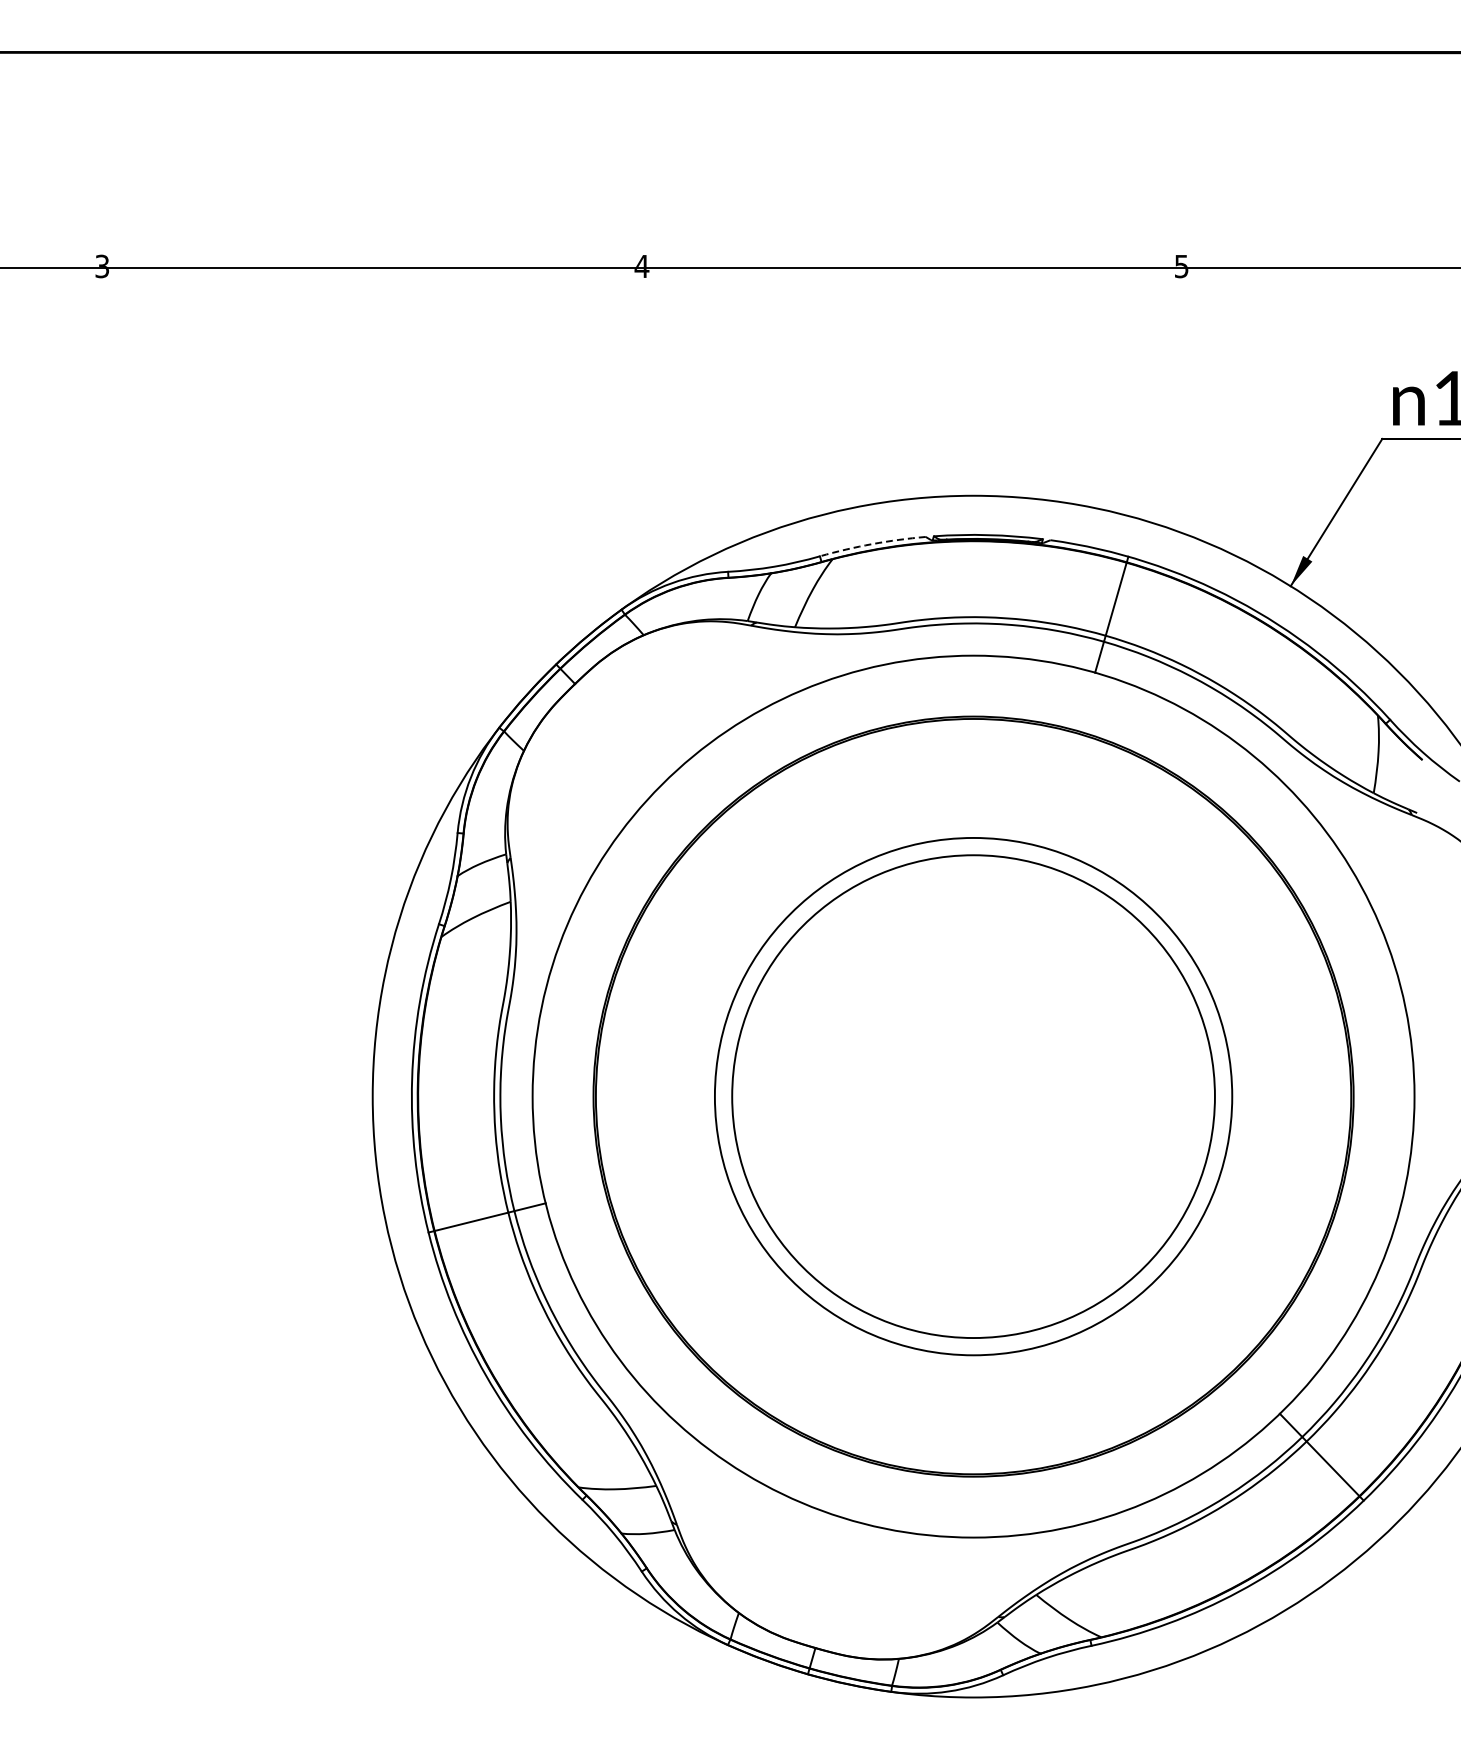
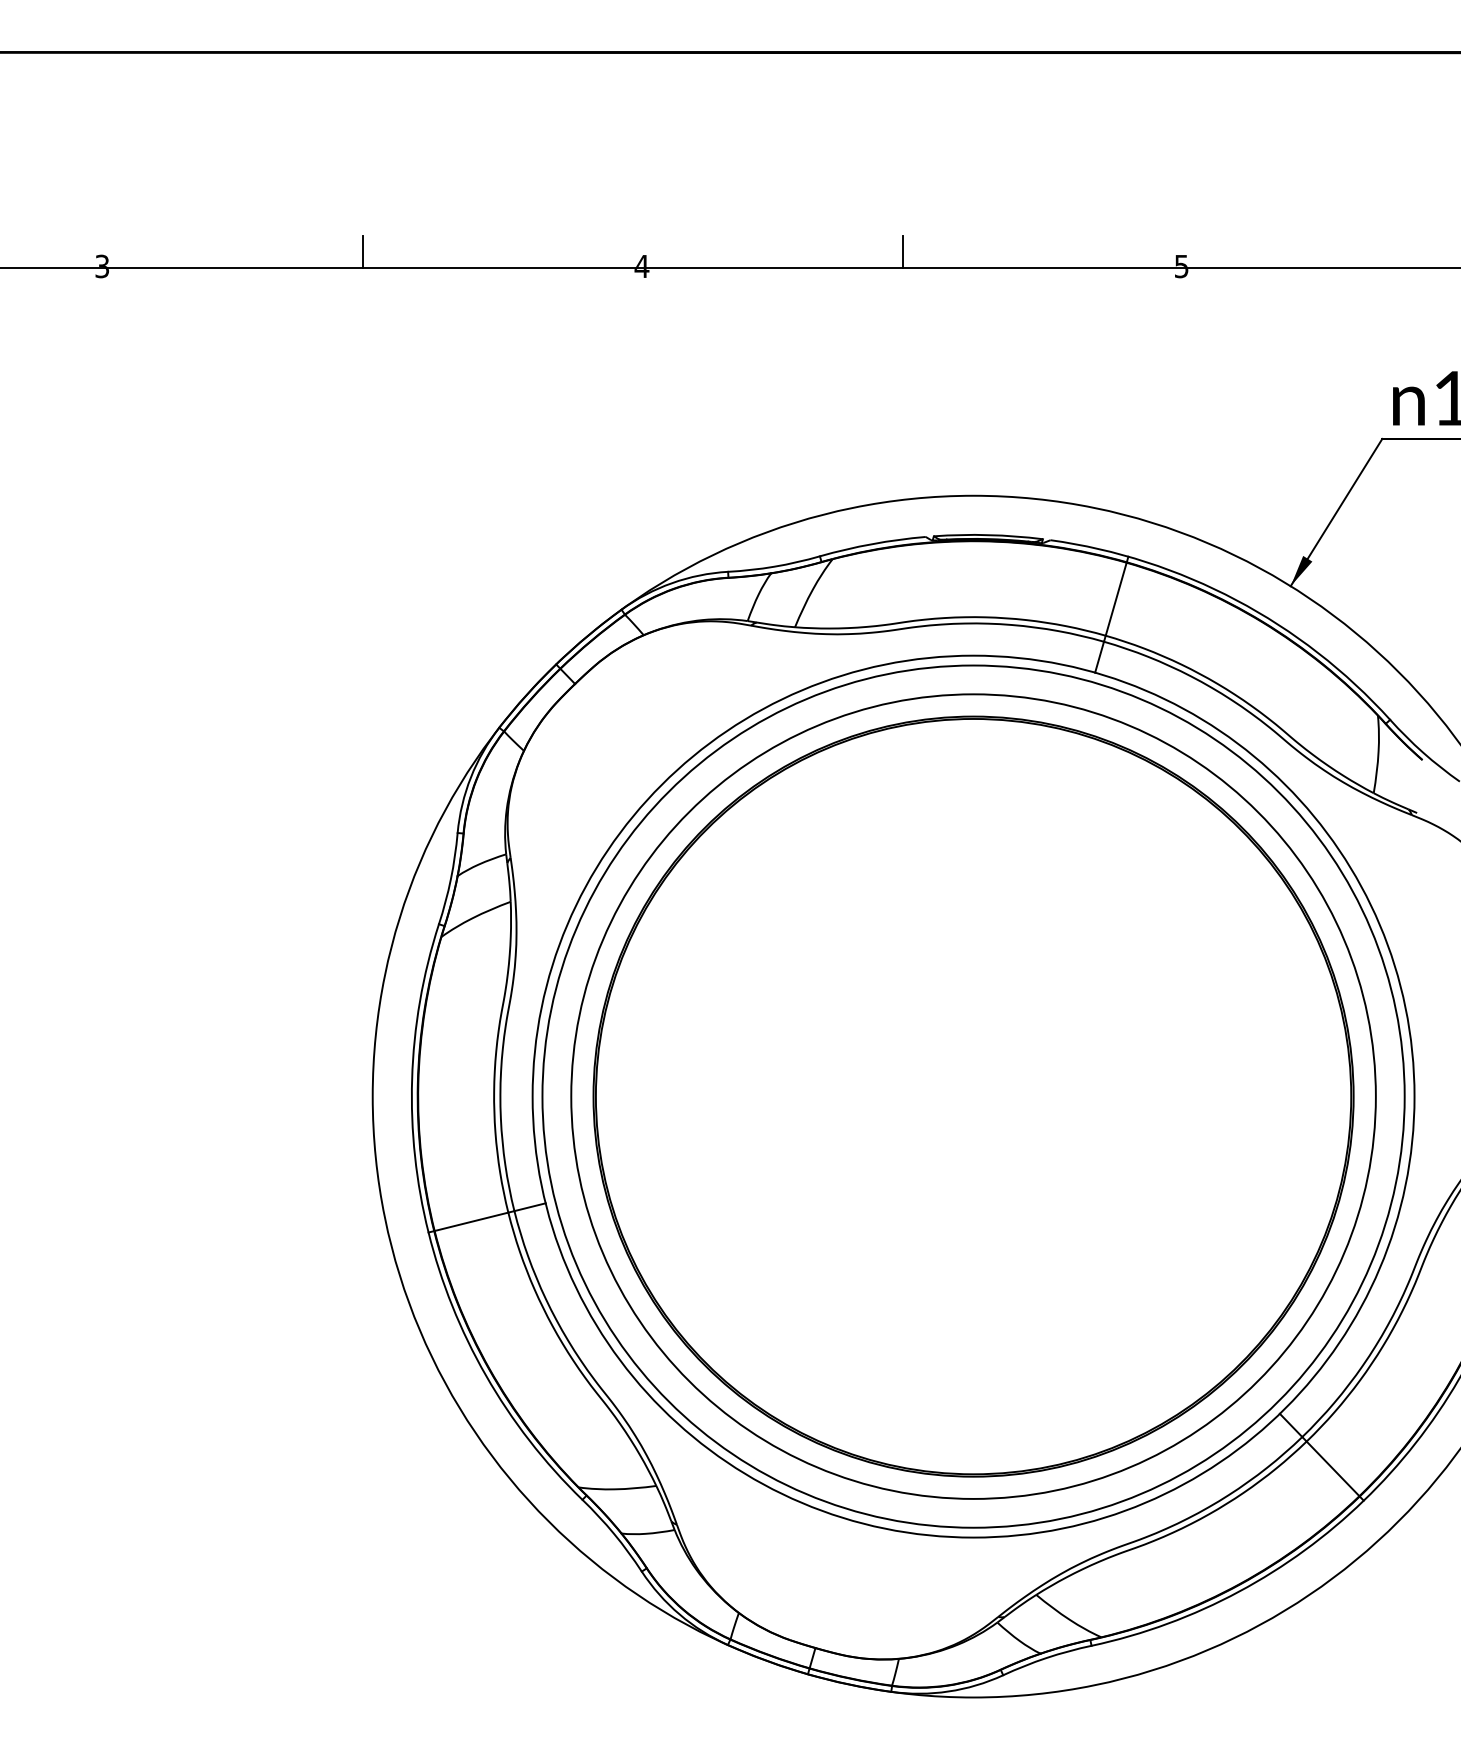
line at (363, 251): none -> present
line at (902, 251): none -> present
arc at (872, 544): dashed -> solid
circle at (973, 1096) diameter: 483 px -> 805 px
circle at (973, 1096) diameter: 517 px -> 862 px
